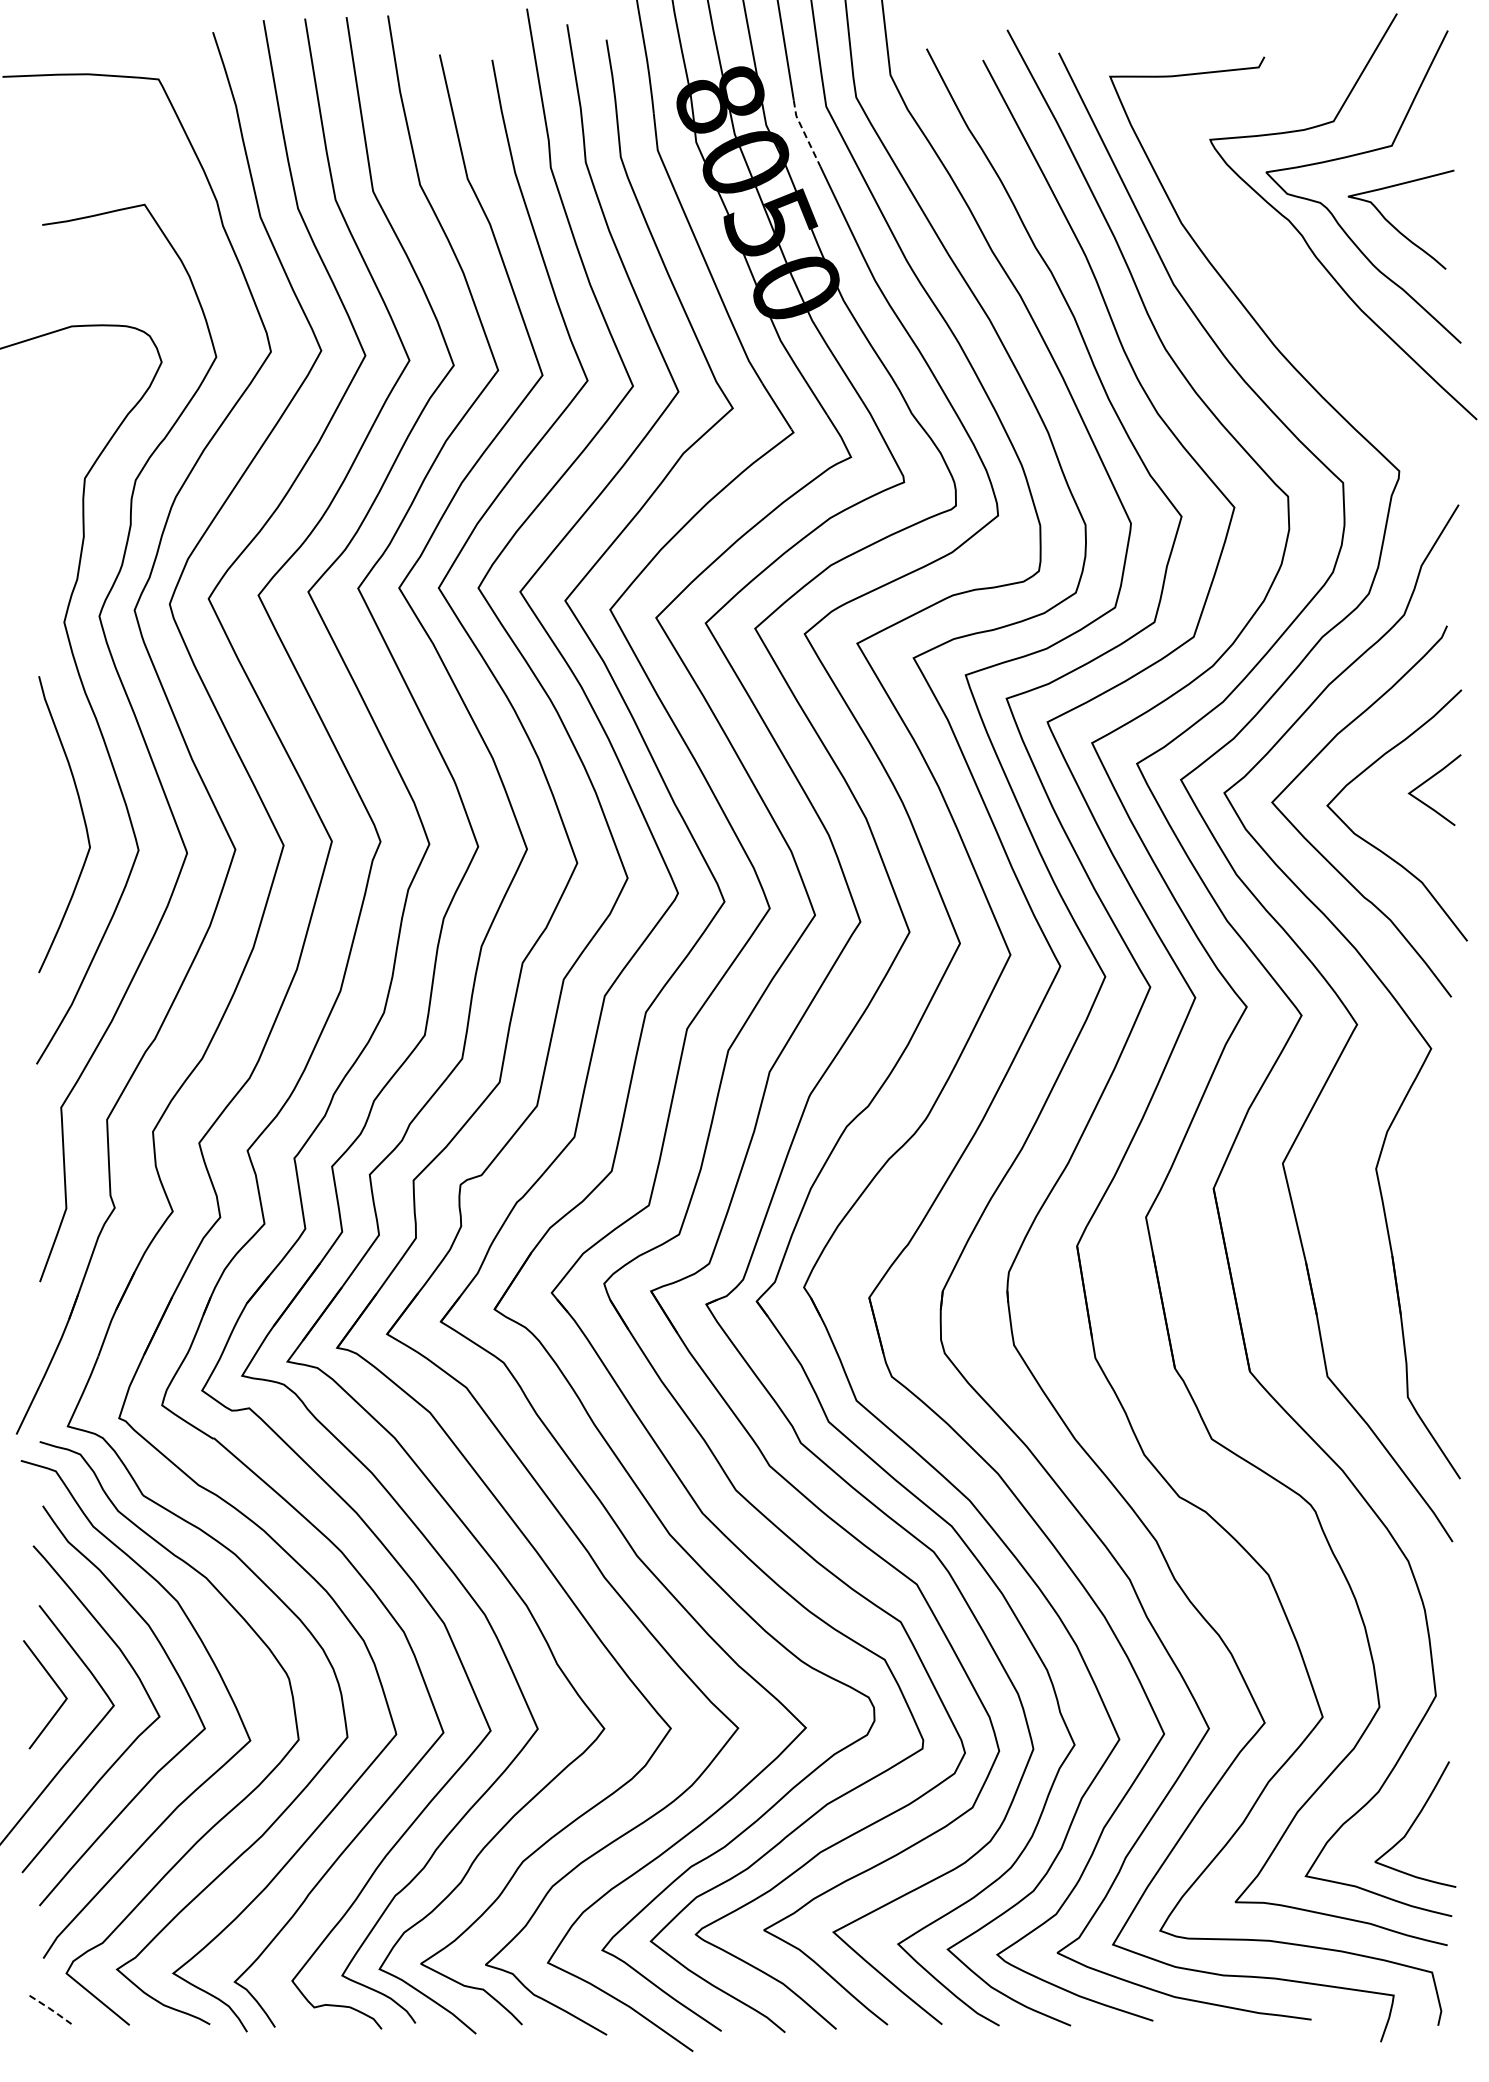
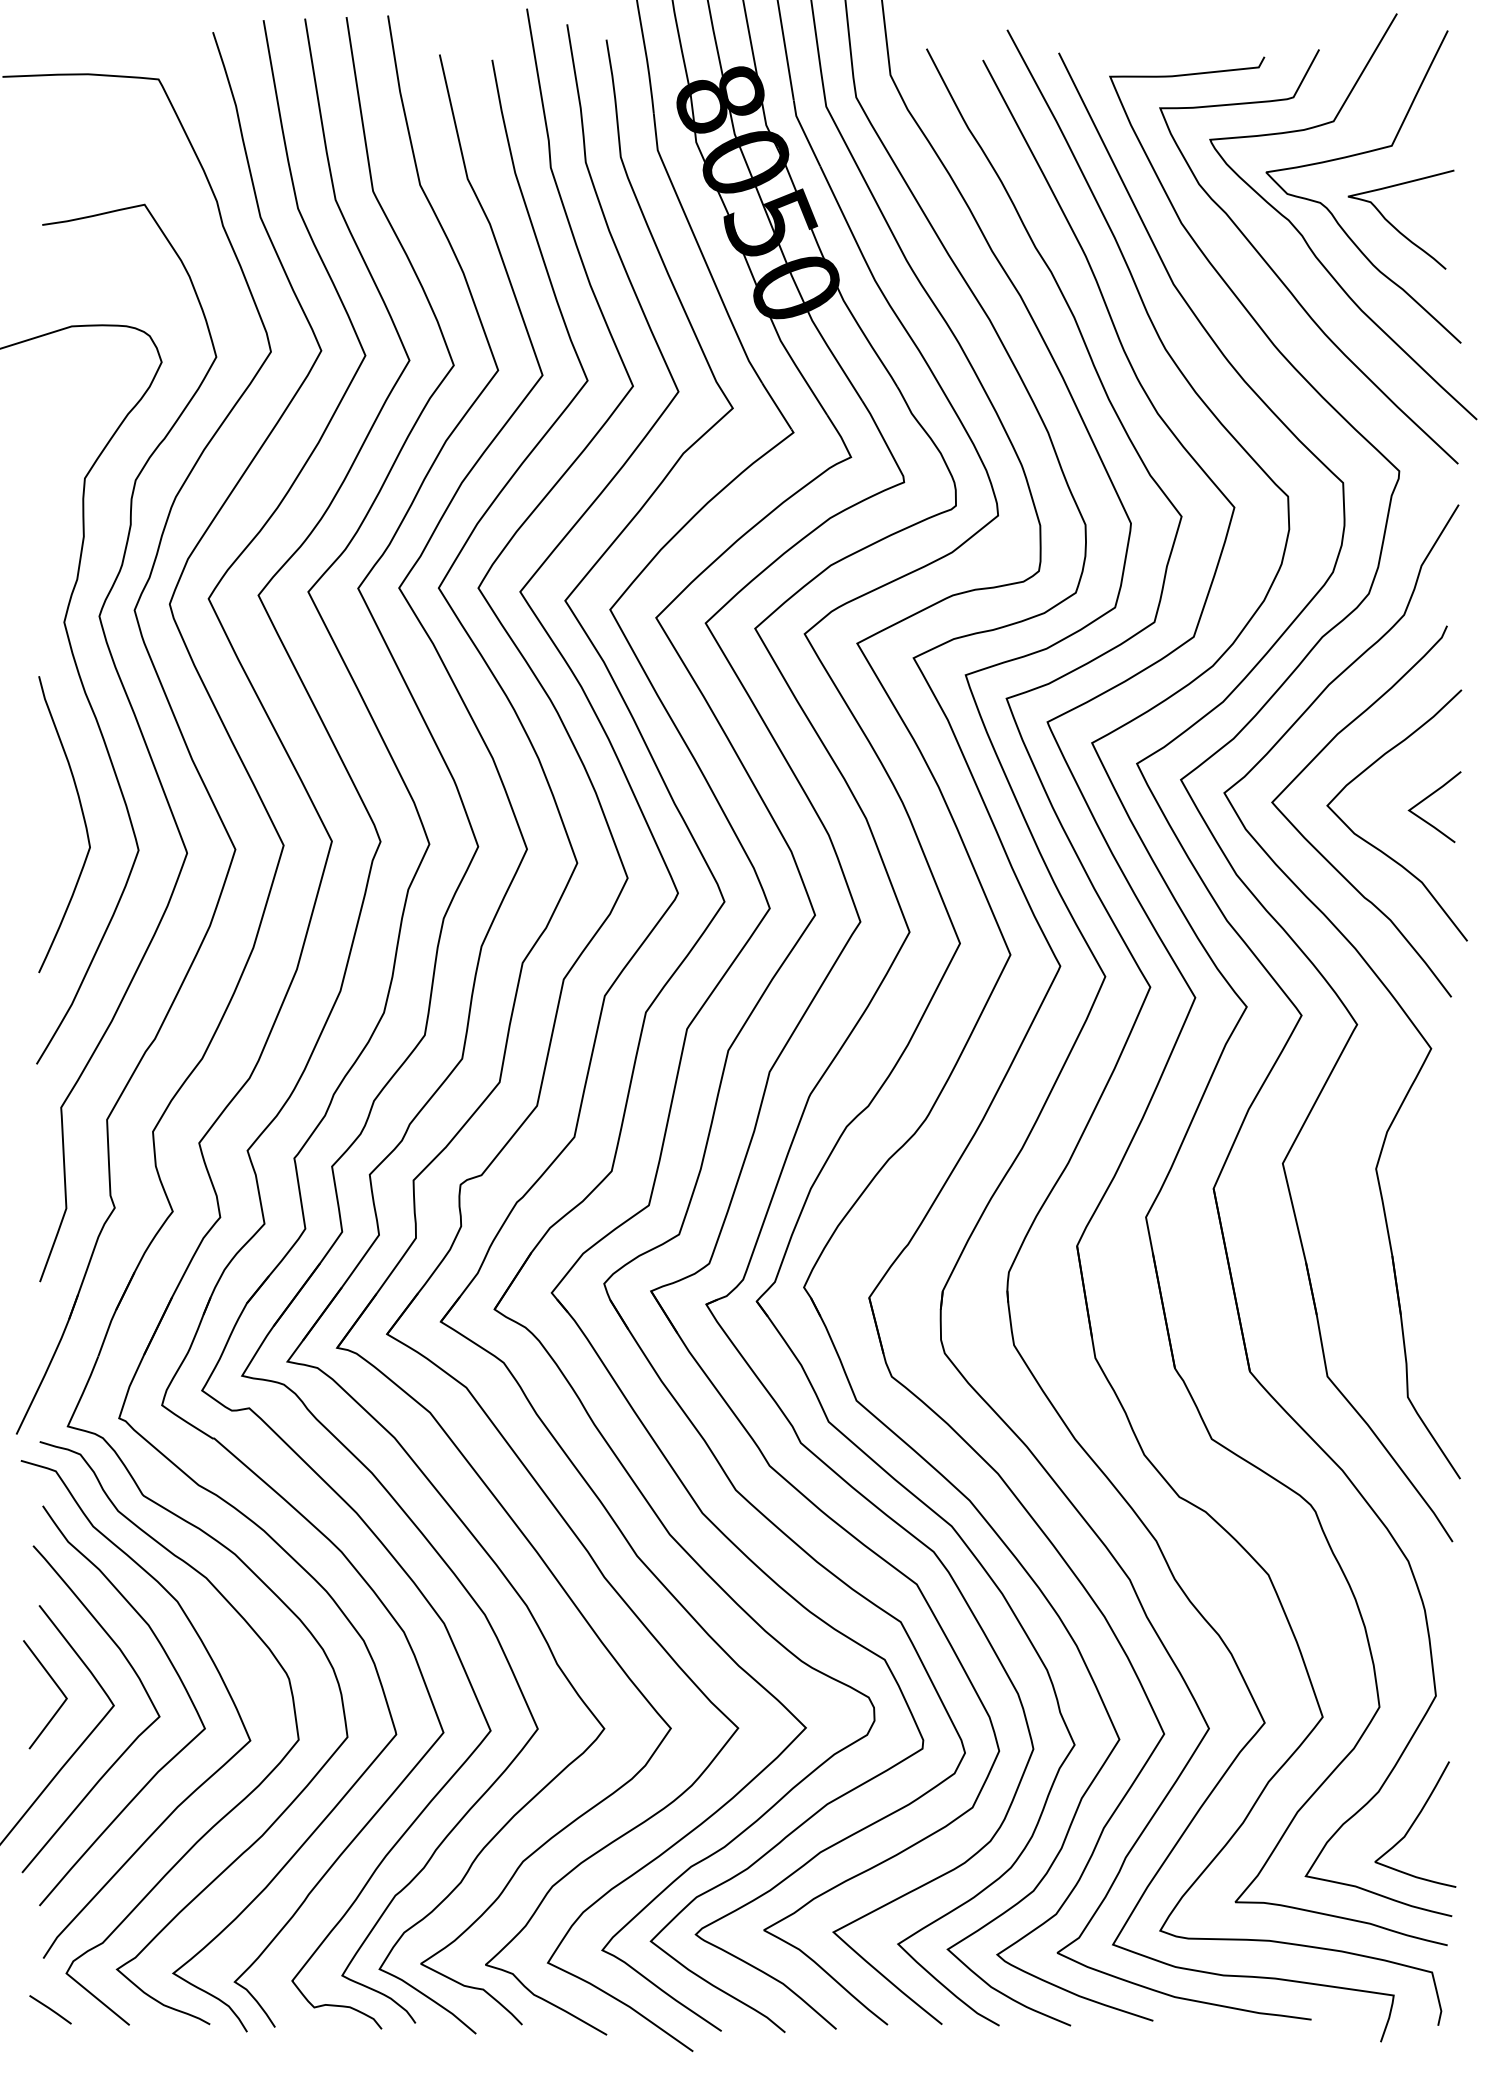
line at (804, 133): dashed -> solid
curve at (1282, 280): none -> present
line at (1426, 782) position: (1426, 782) -> (1426, 799)
line at (51, 2009): dashed -> solid
